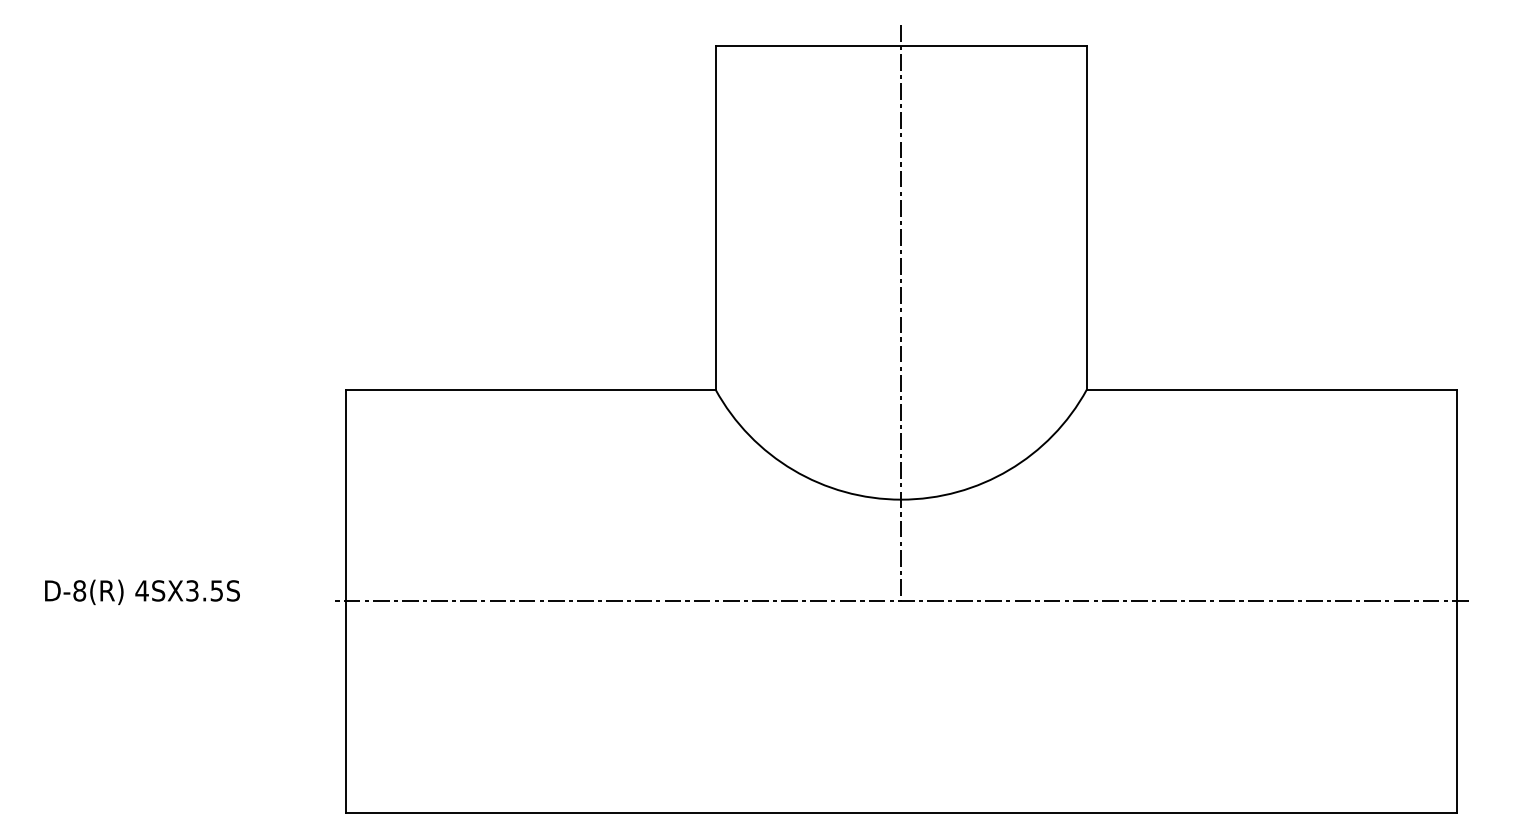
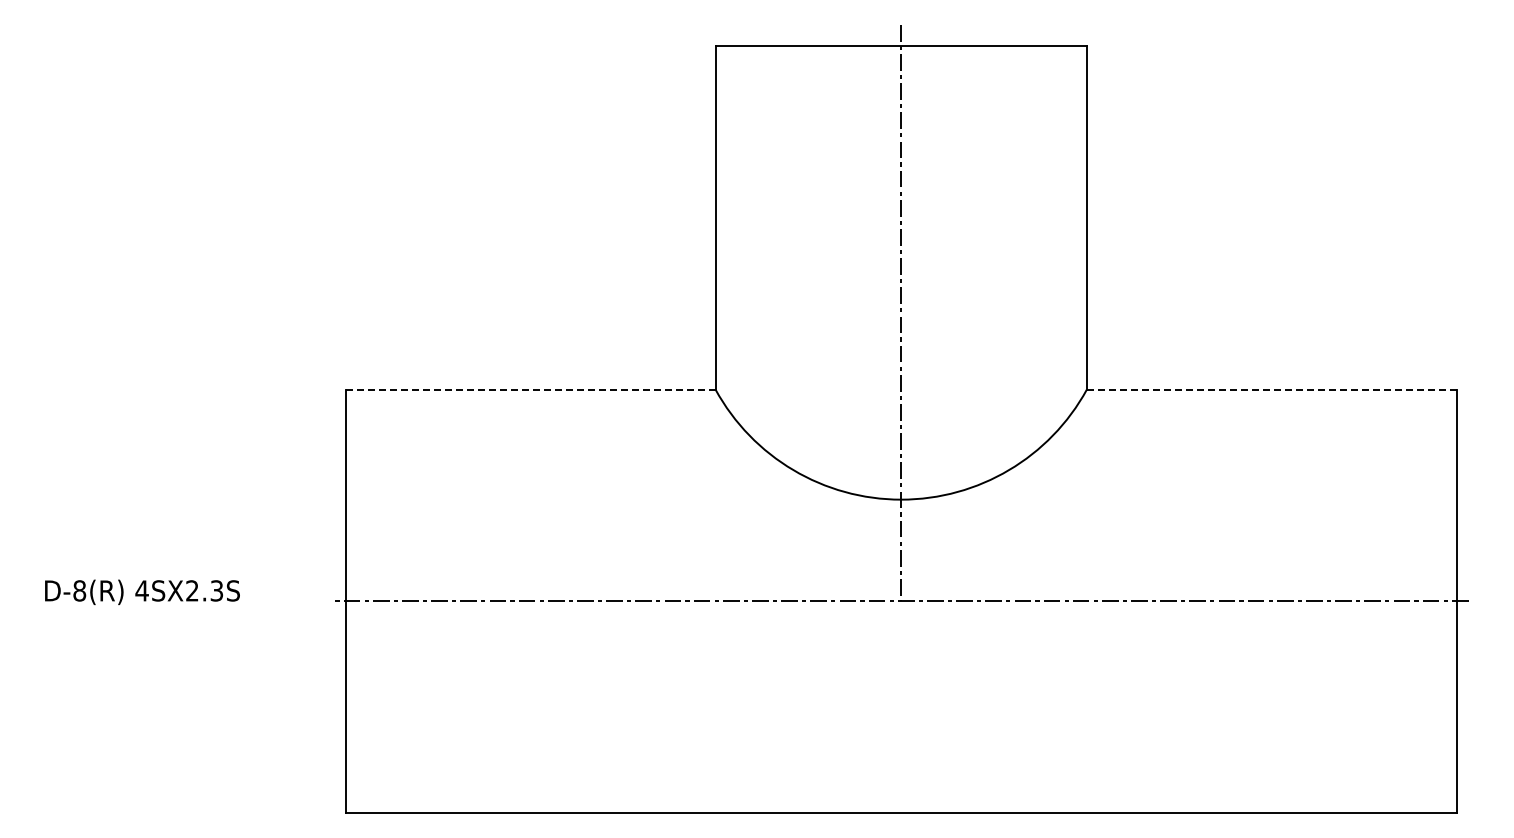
line at (530, 389): solid -> dashed
line at (1271, 389): solid -> dashed
text at (204, 590): 4SX3.5S -> 4SX2.3S
